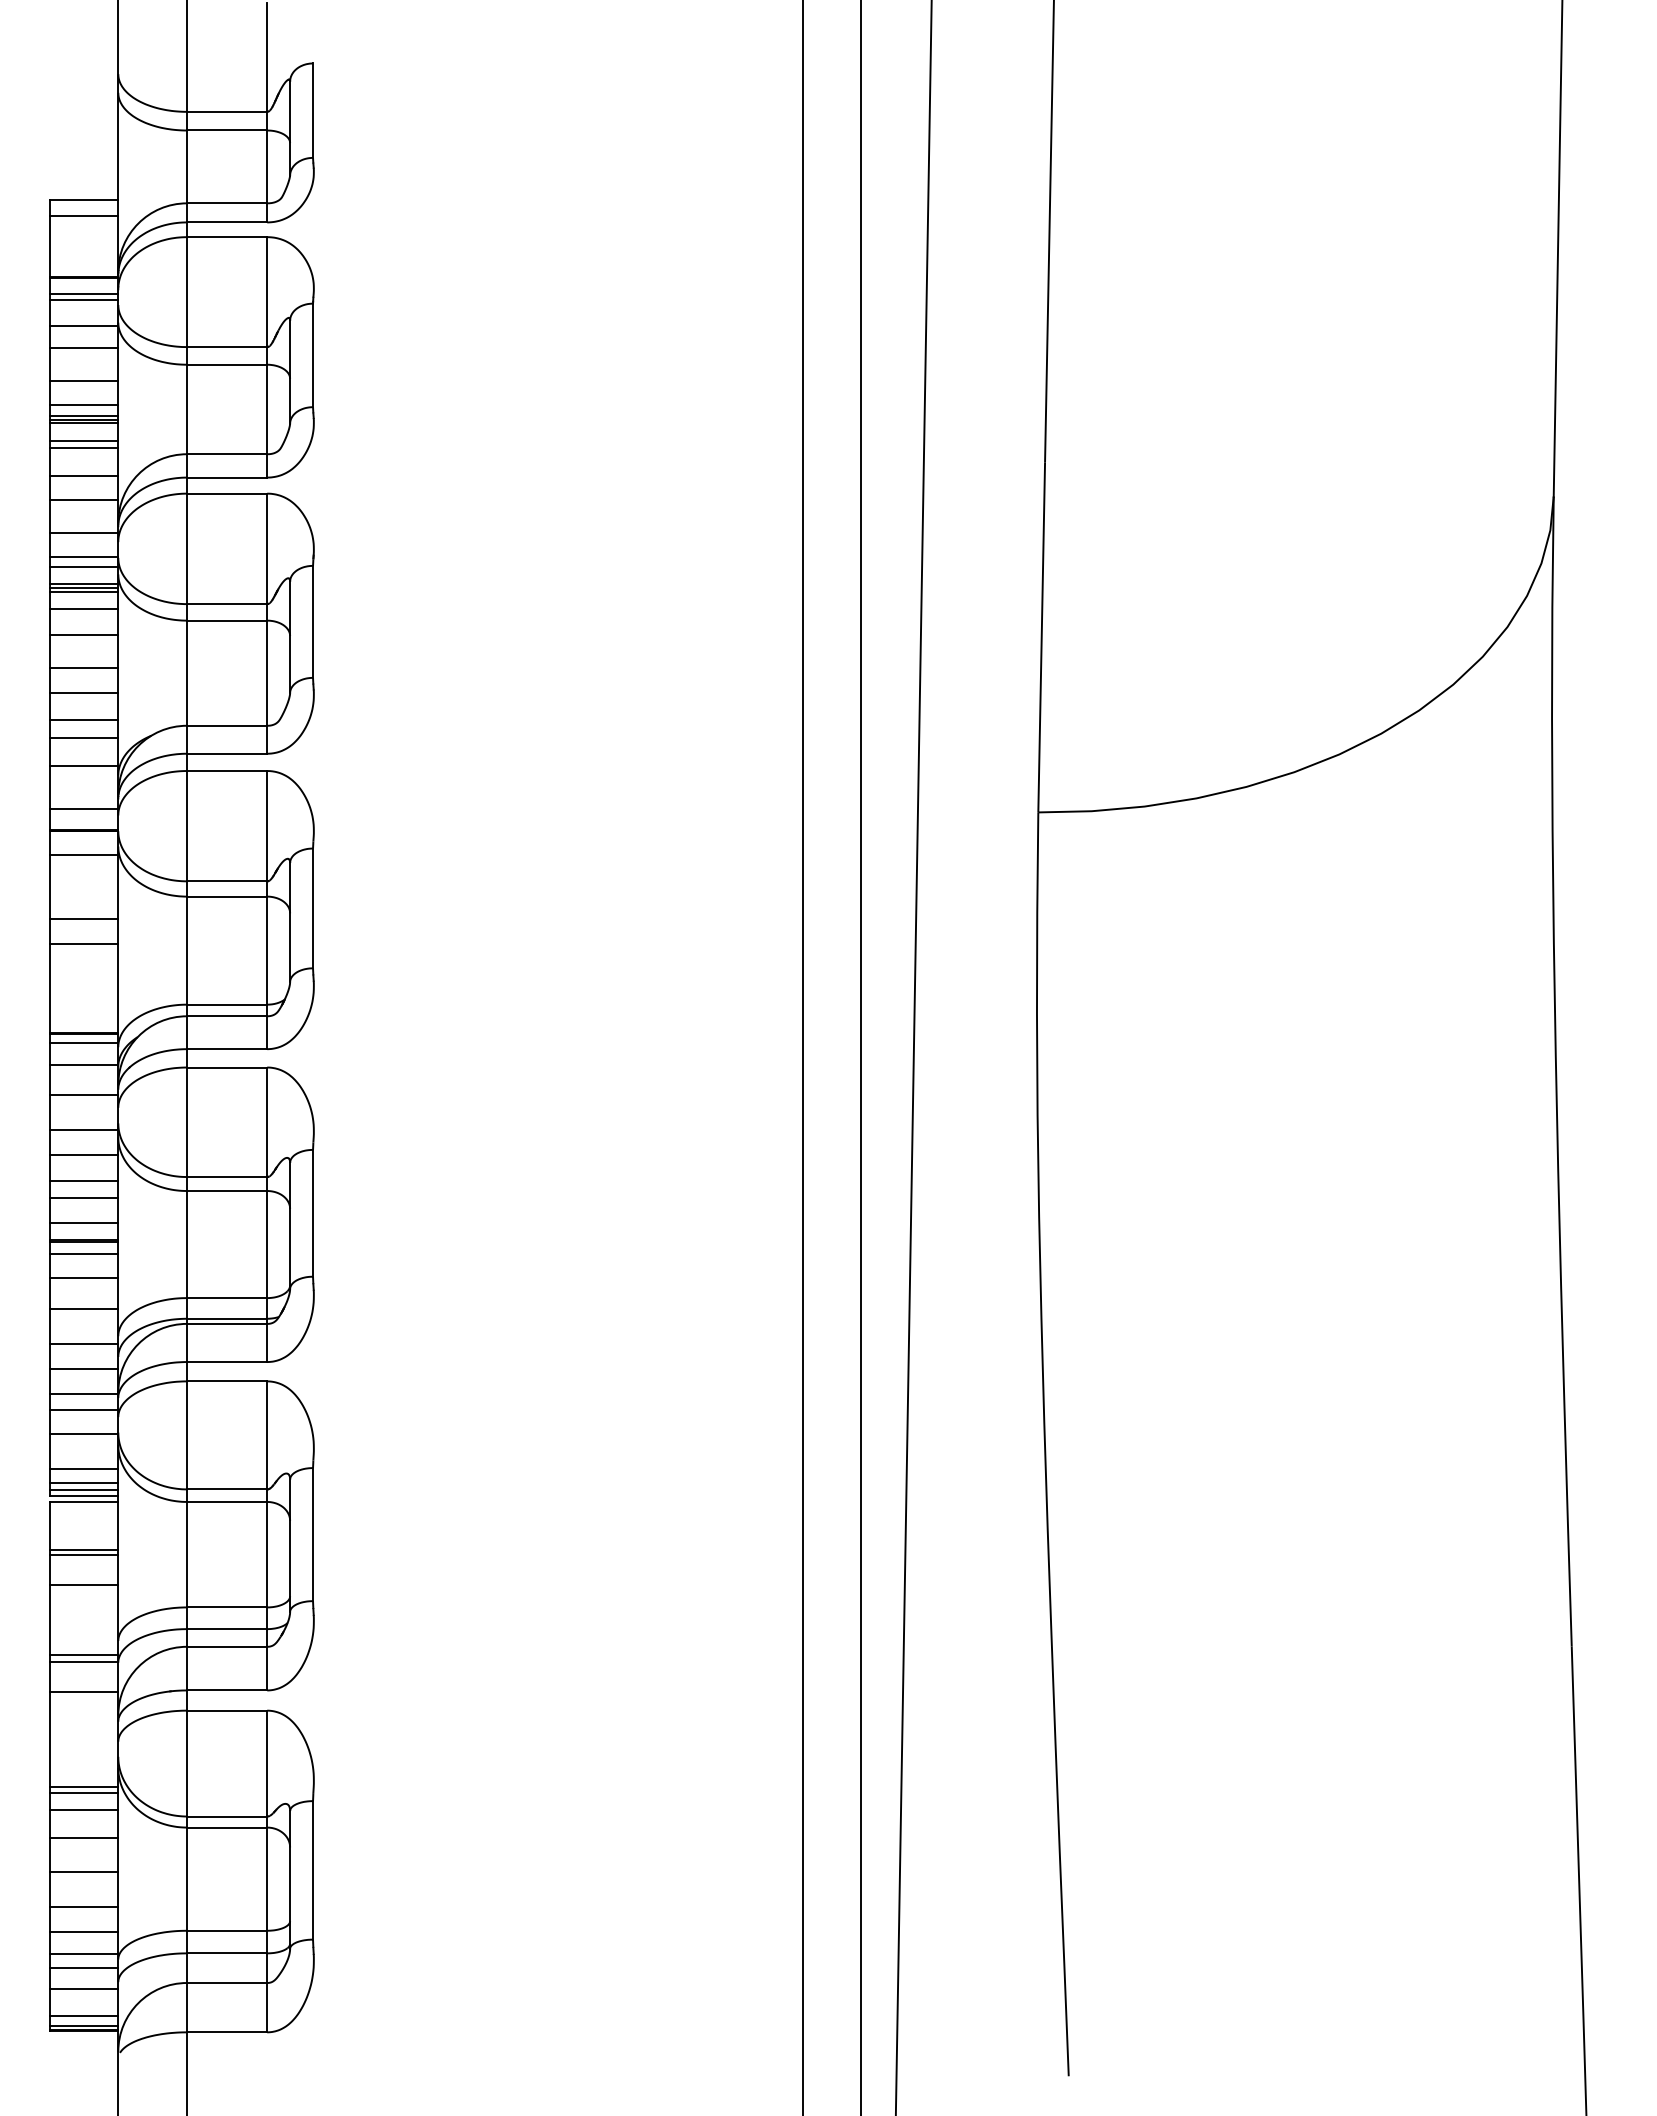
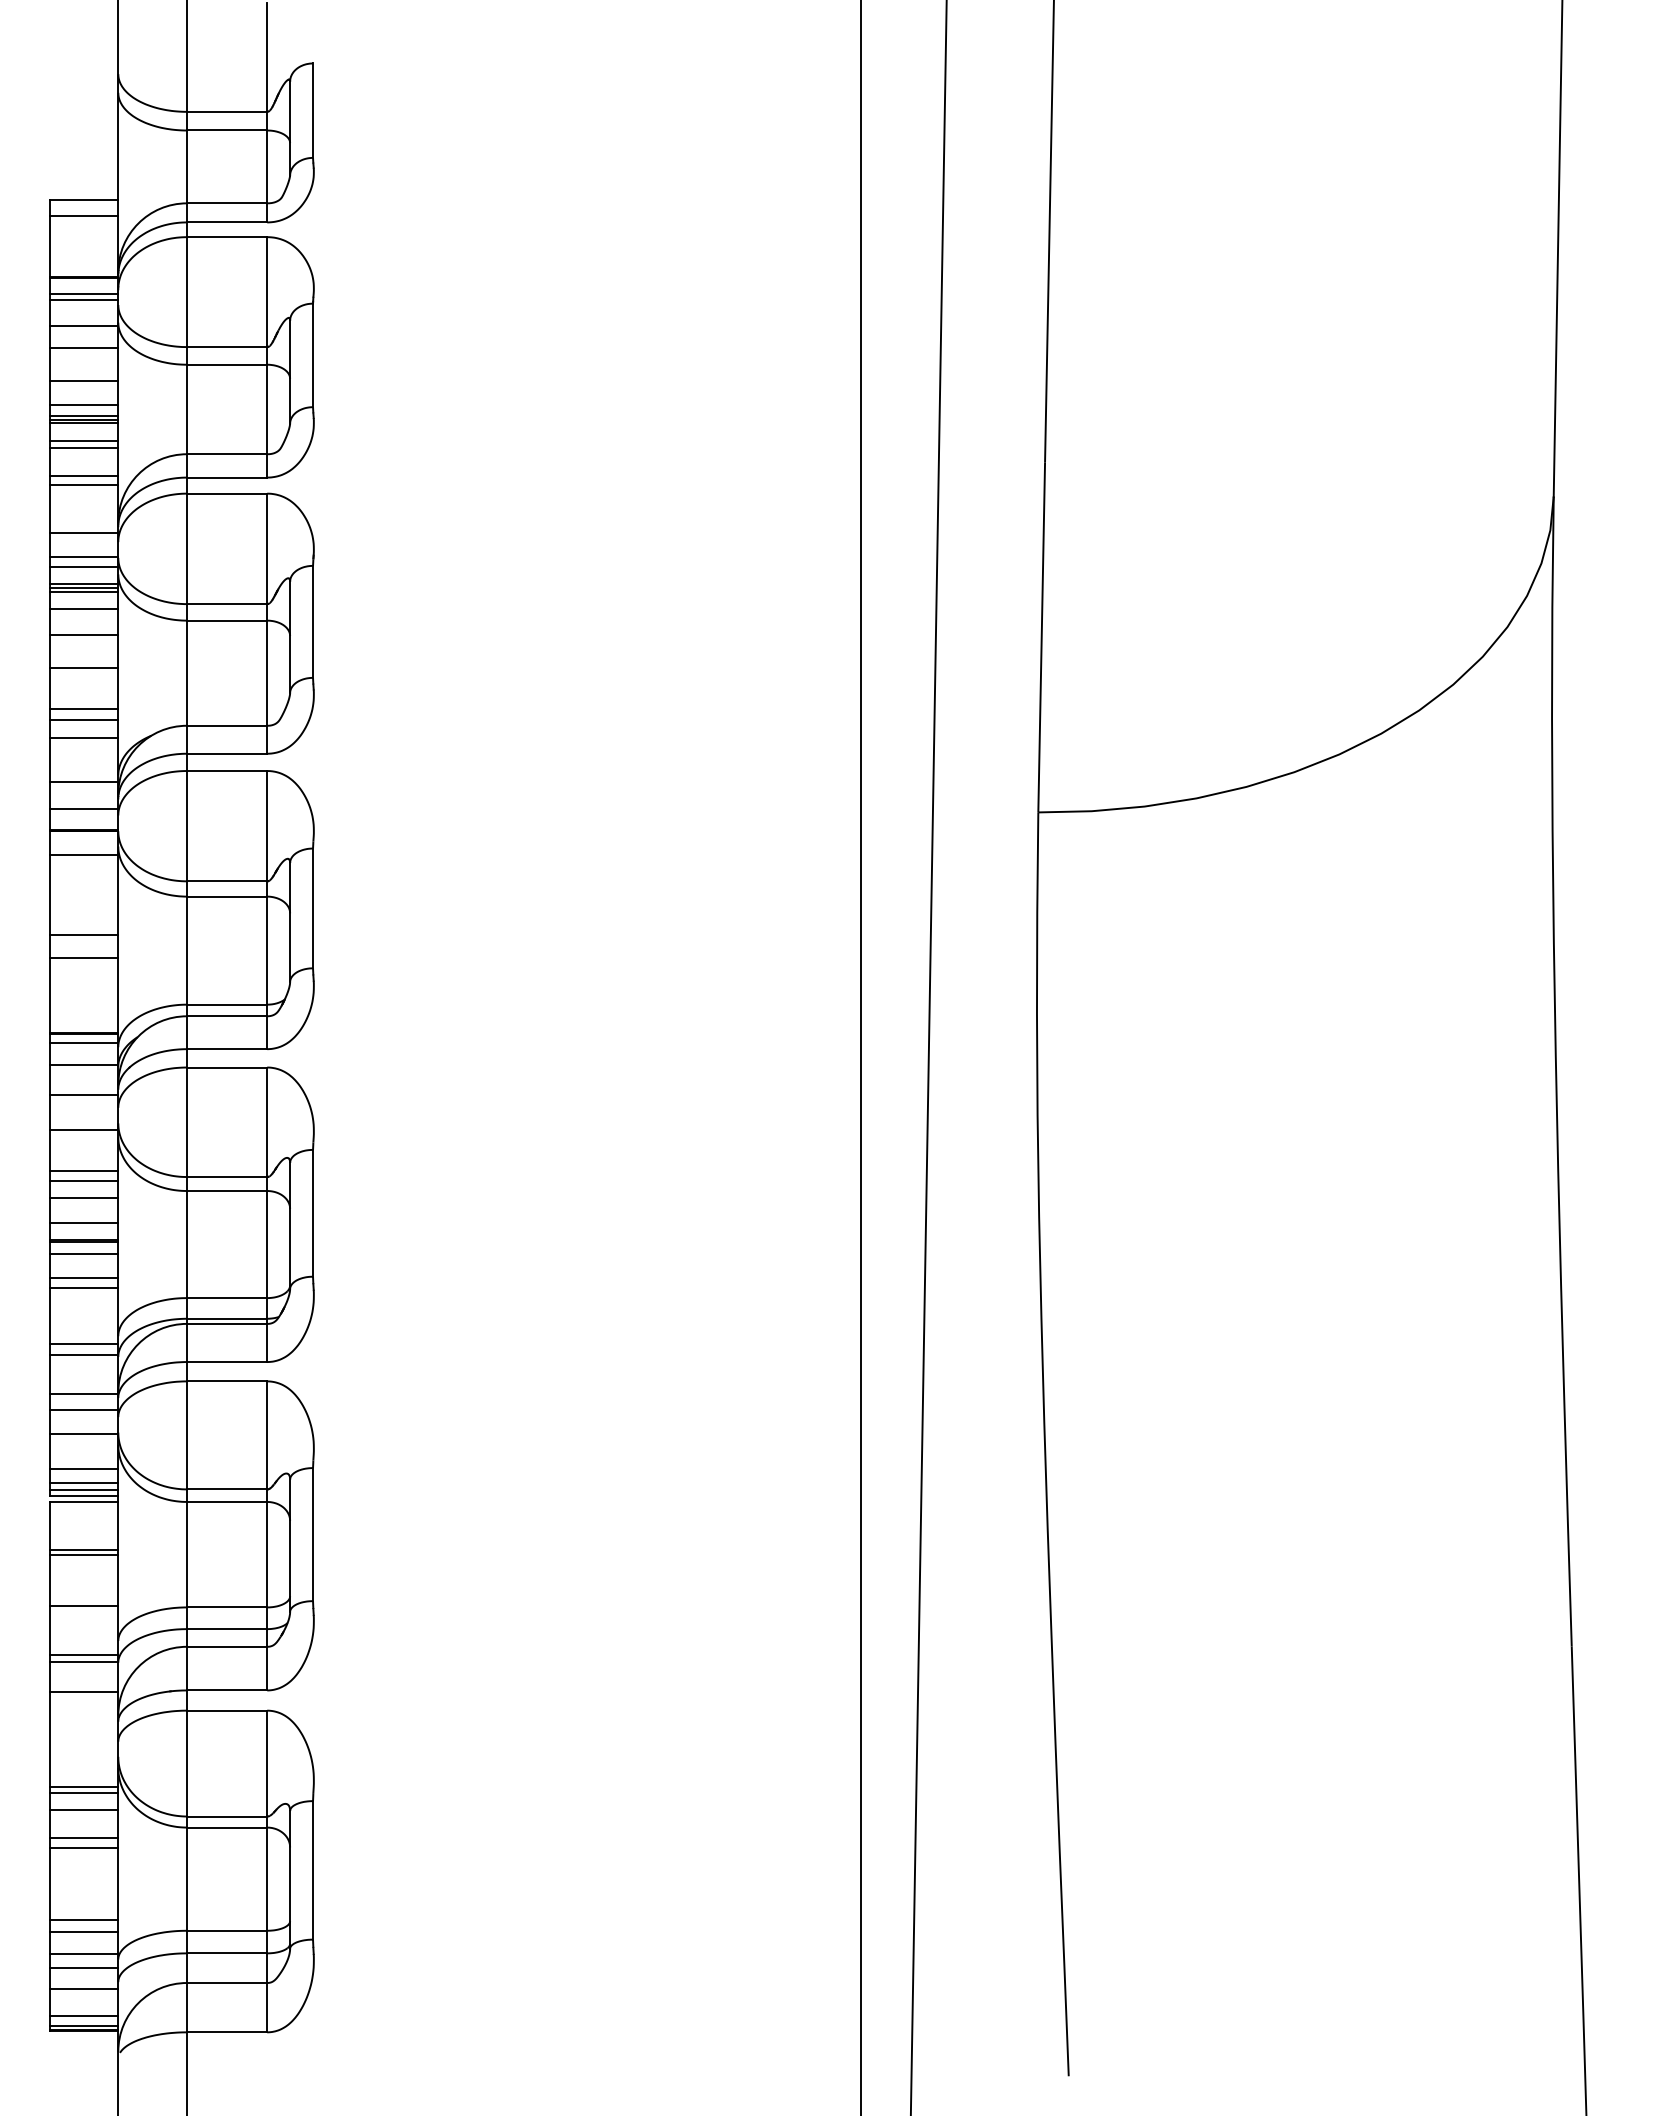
line at (83, 499) position: (83, 499) -> (83, 484)
line at (83, 693) position: (83, 693) -> (83, 709)
line at (83, 766) position: (83, 766) -> (83, 782)
line at (83, 918) position: (83, 918) -> (83, 934)
line at (83, 943) position: (83, 943) -> (83, 957)
line at (803, 1057): present -> none
line at (913, 1057) position: (913, 1057) -> (928, 1057)
line at (83, 1155) position: (83, 1155) -> (83, 1171)
line at (83, 1309) position: (83, 1309) -> (83, 1288)
line at (83, 1369) position: (83, 1369) -> (83, 1355)
line at (83, 1584) position: (83, 1584) -> (83, 1605)
line at (83, 1872) position: (83, 1872) -> (83, 1848)
line at (83, 1907) position: (83, 1907) -> (83, 1920)
